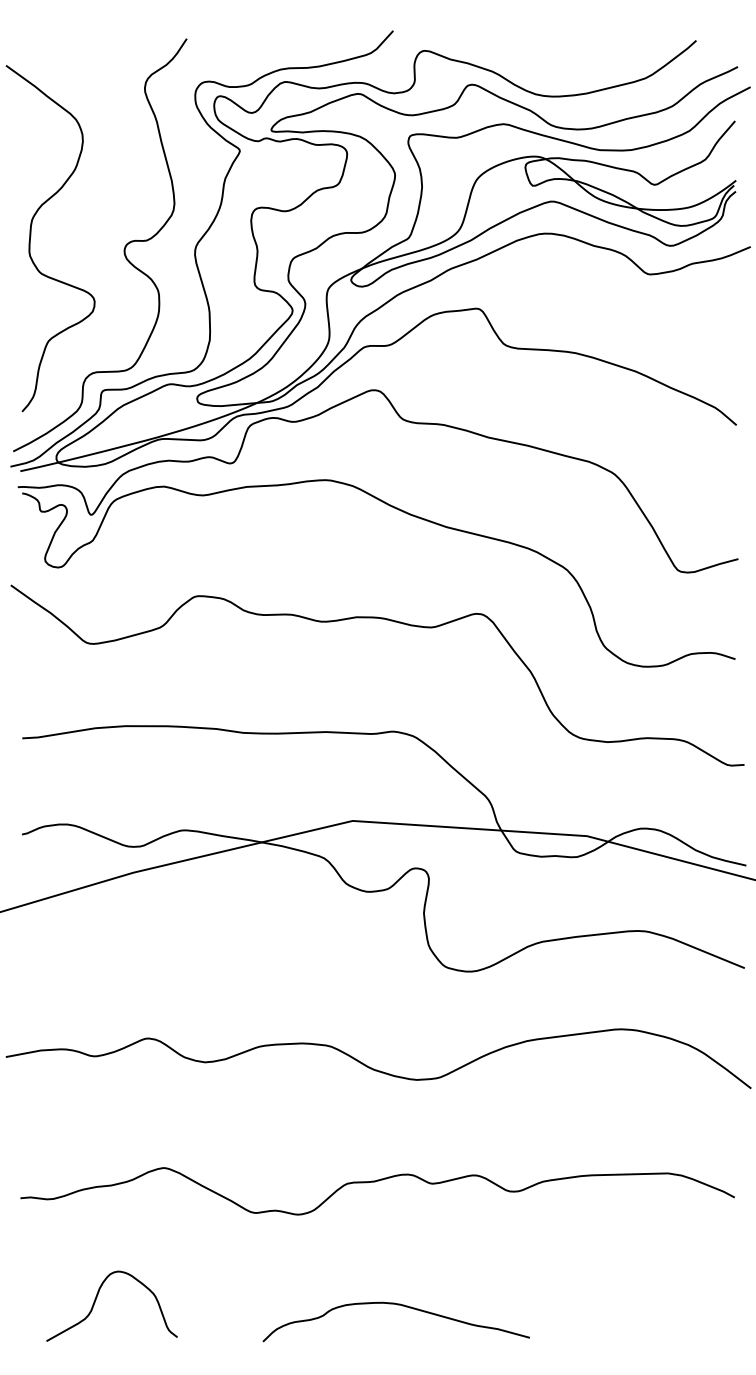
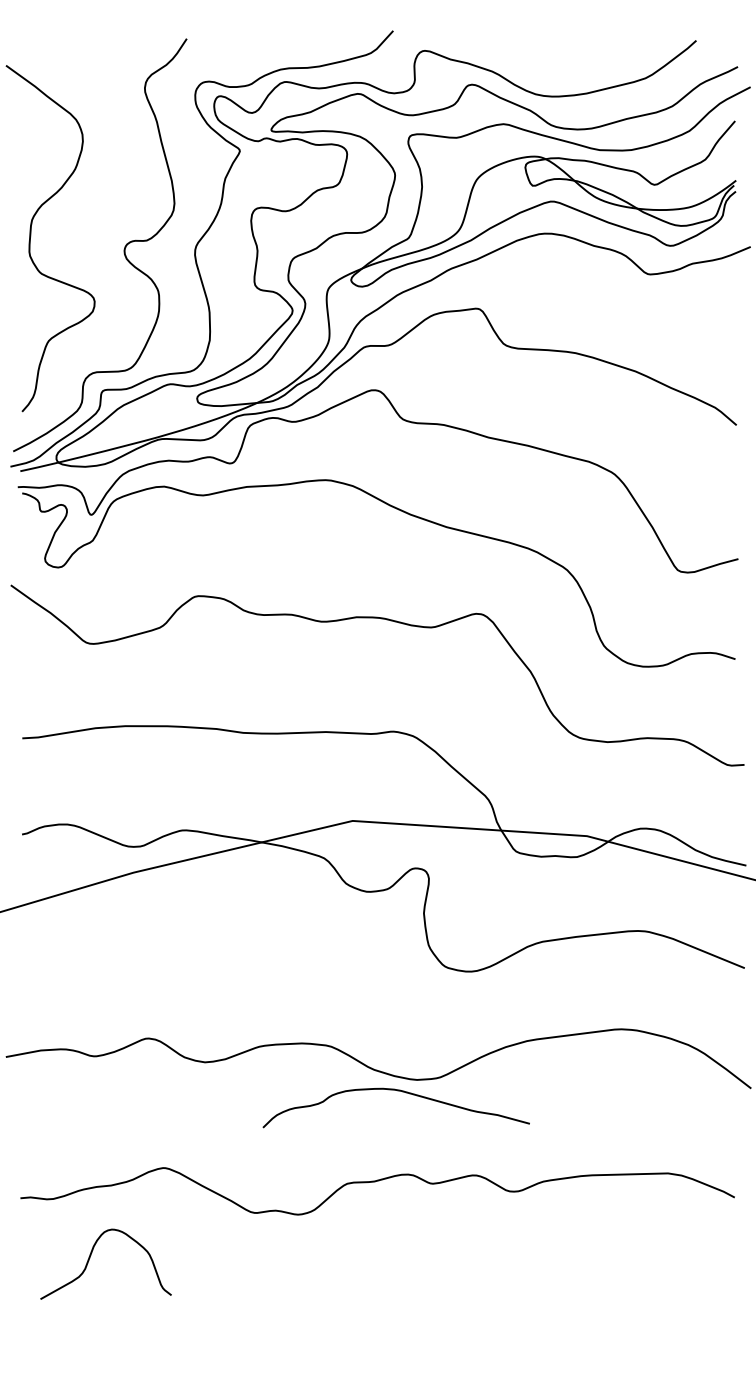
curve at (96, 1300) position: (96, 1300) -> (90, 1258)
curve at (397, 1305) position: (397, 1305) -> (397, 1091)
